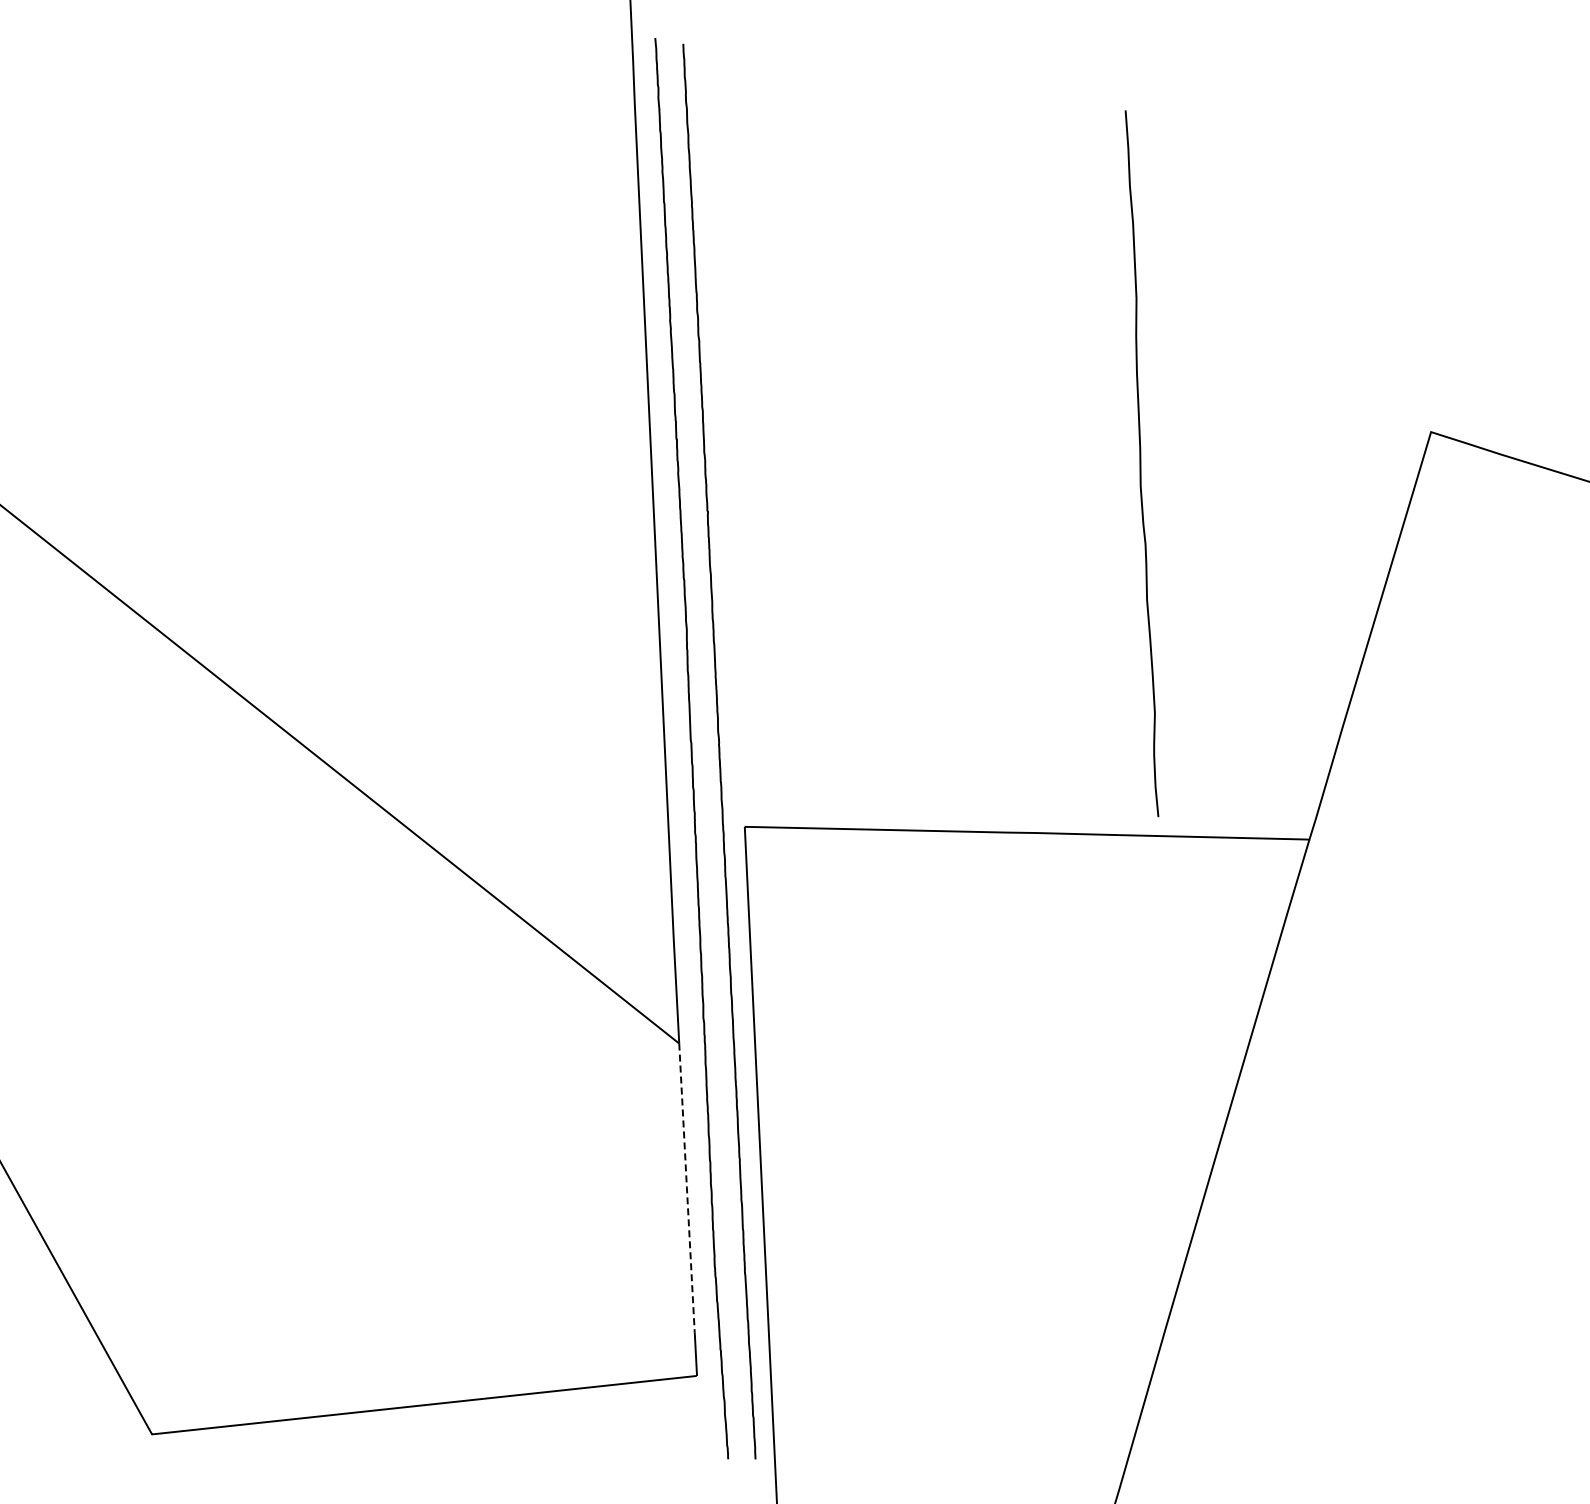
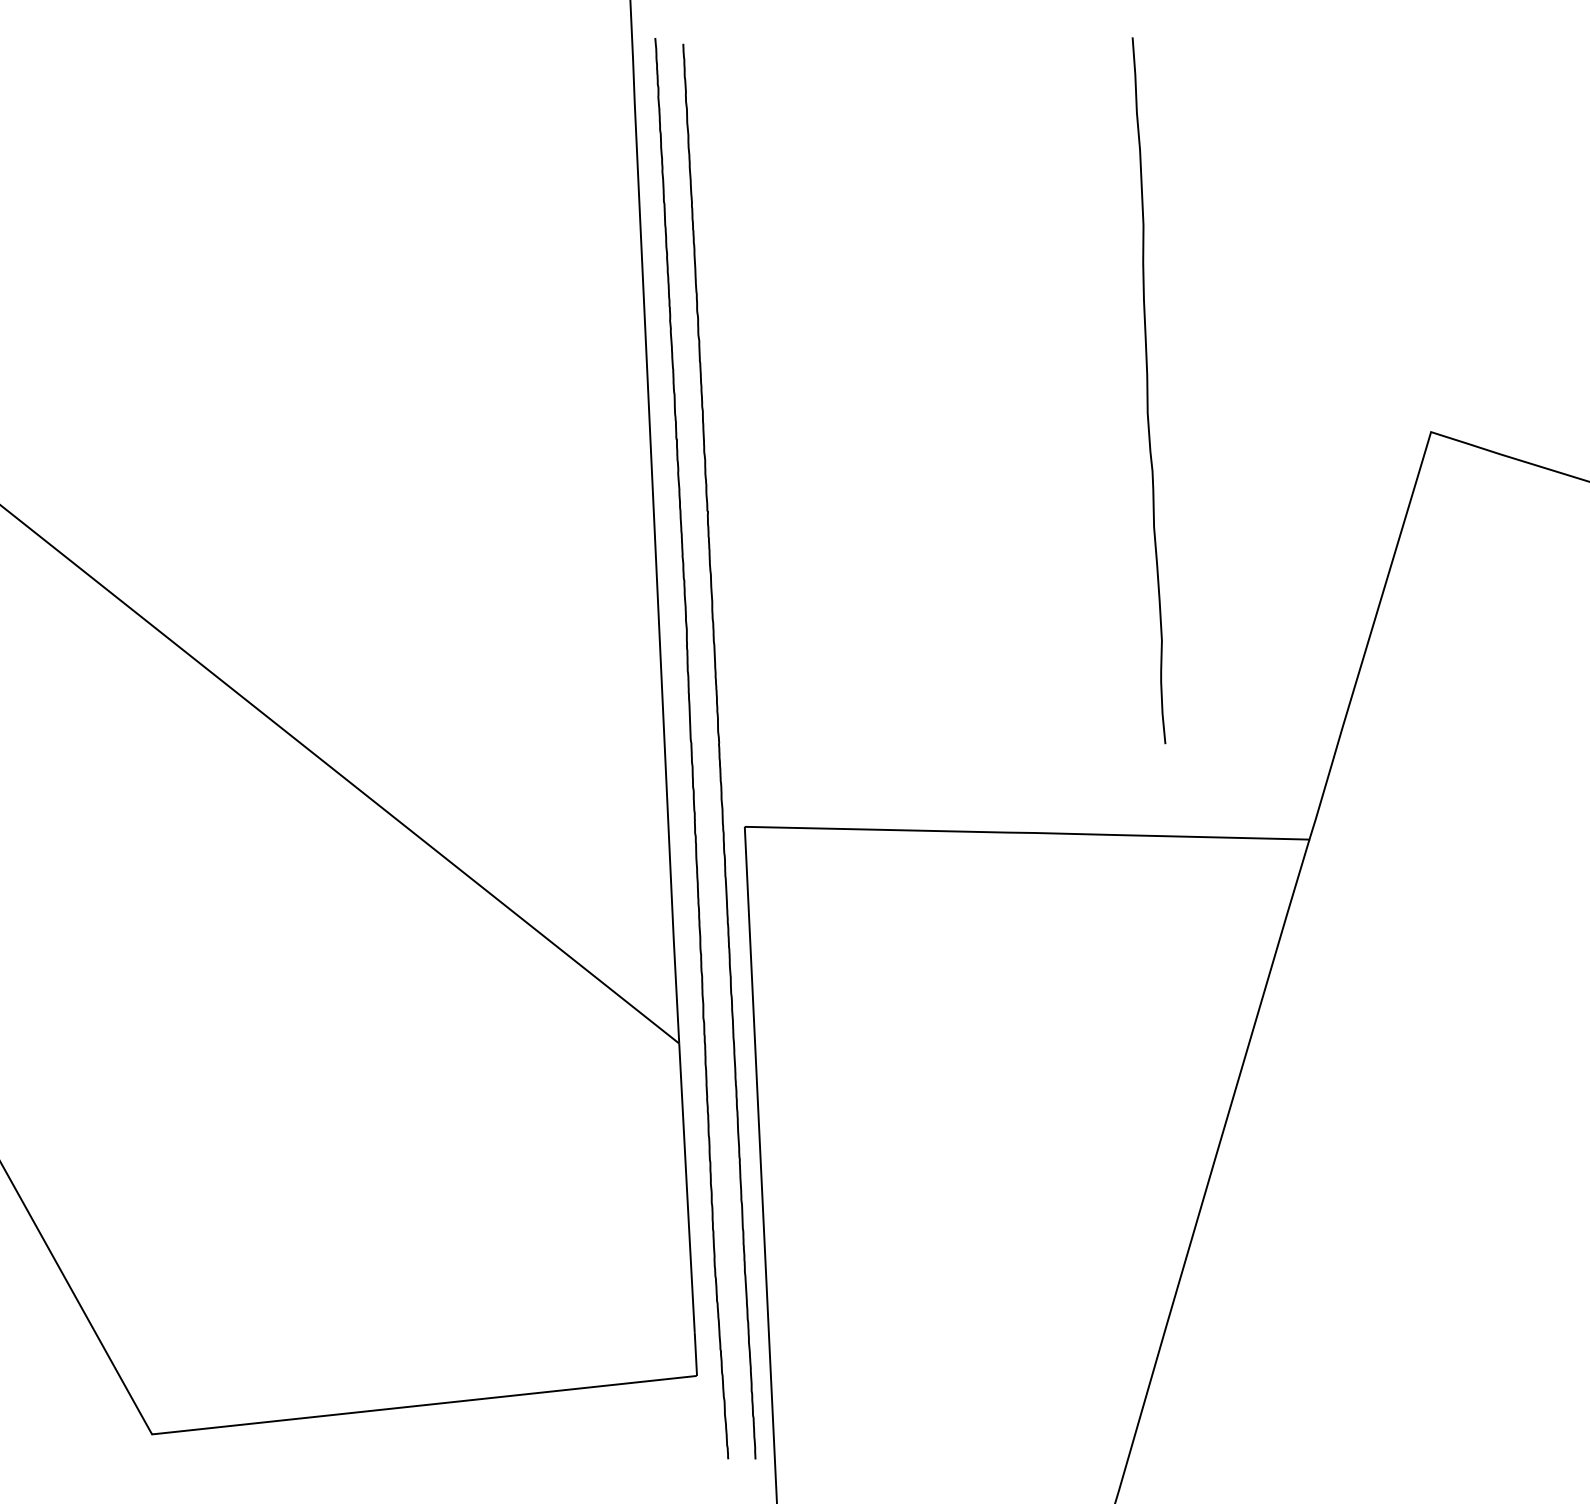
curve at (1141, 463) position: (1141, 463) -> (1148, 390)
line at (686, 1188): dashed -> solid
